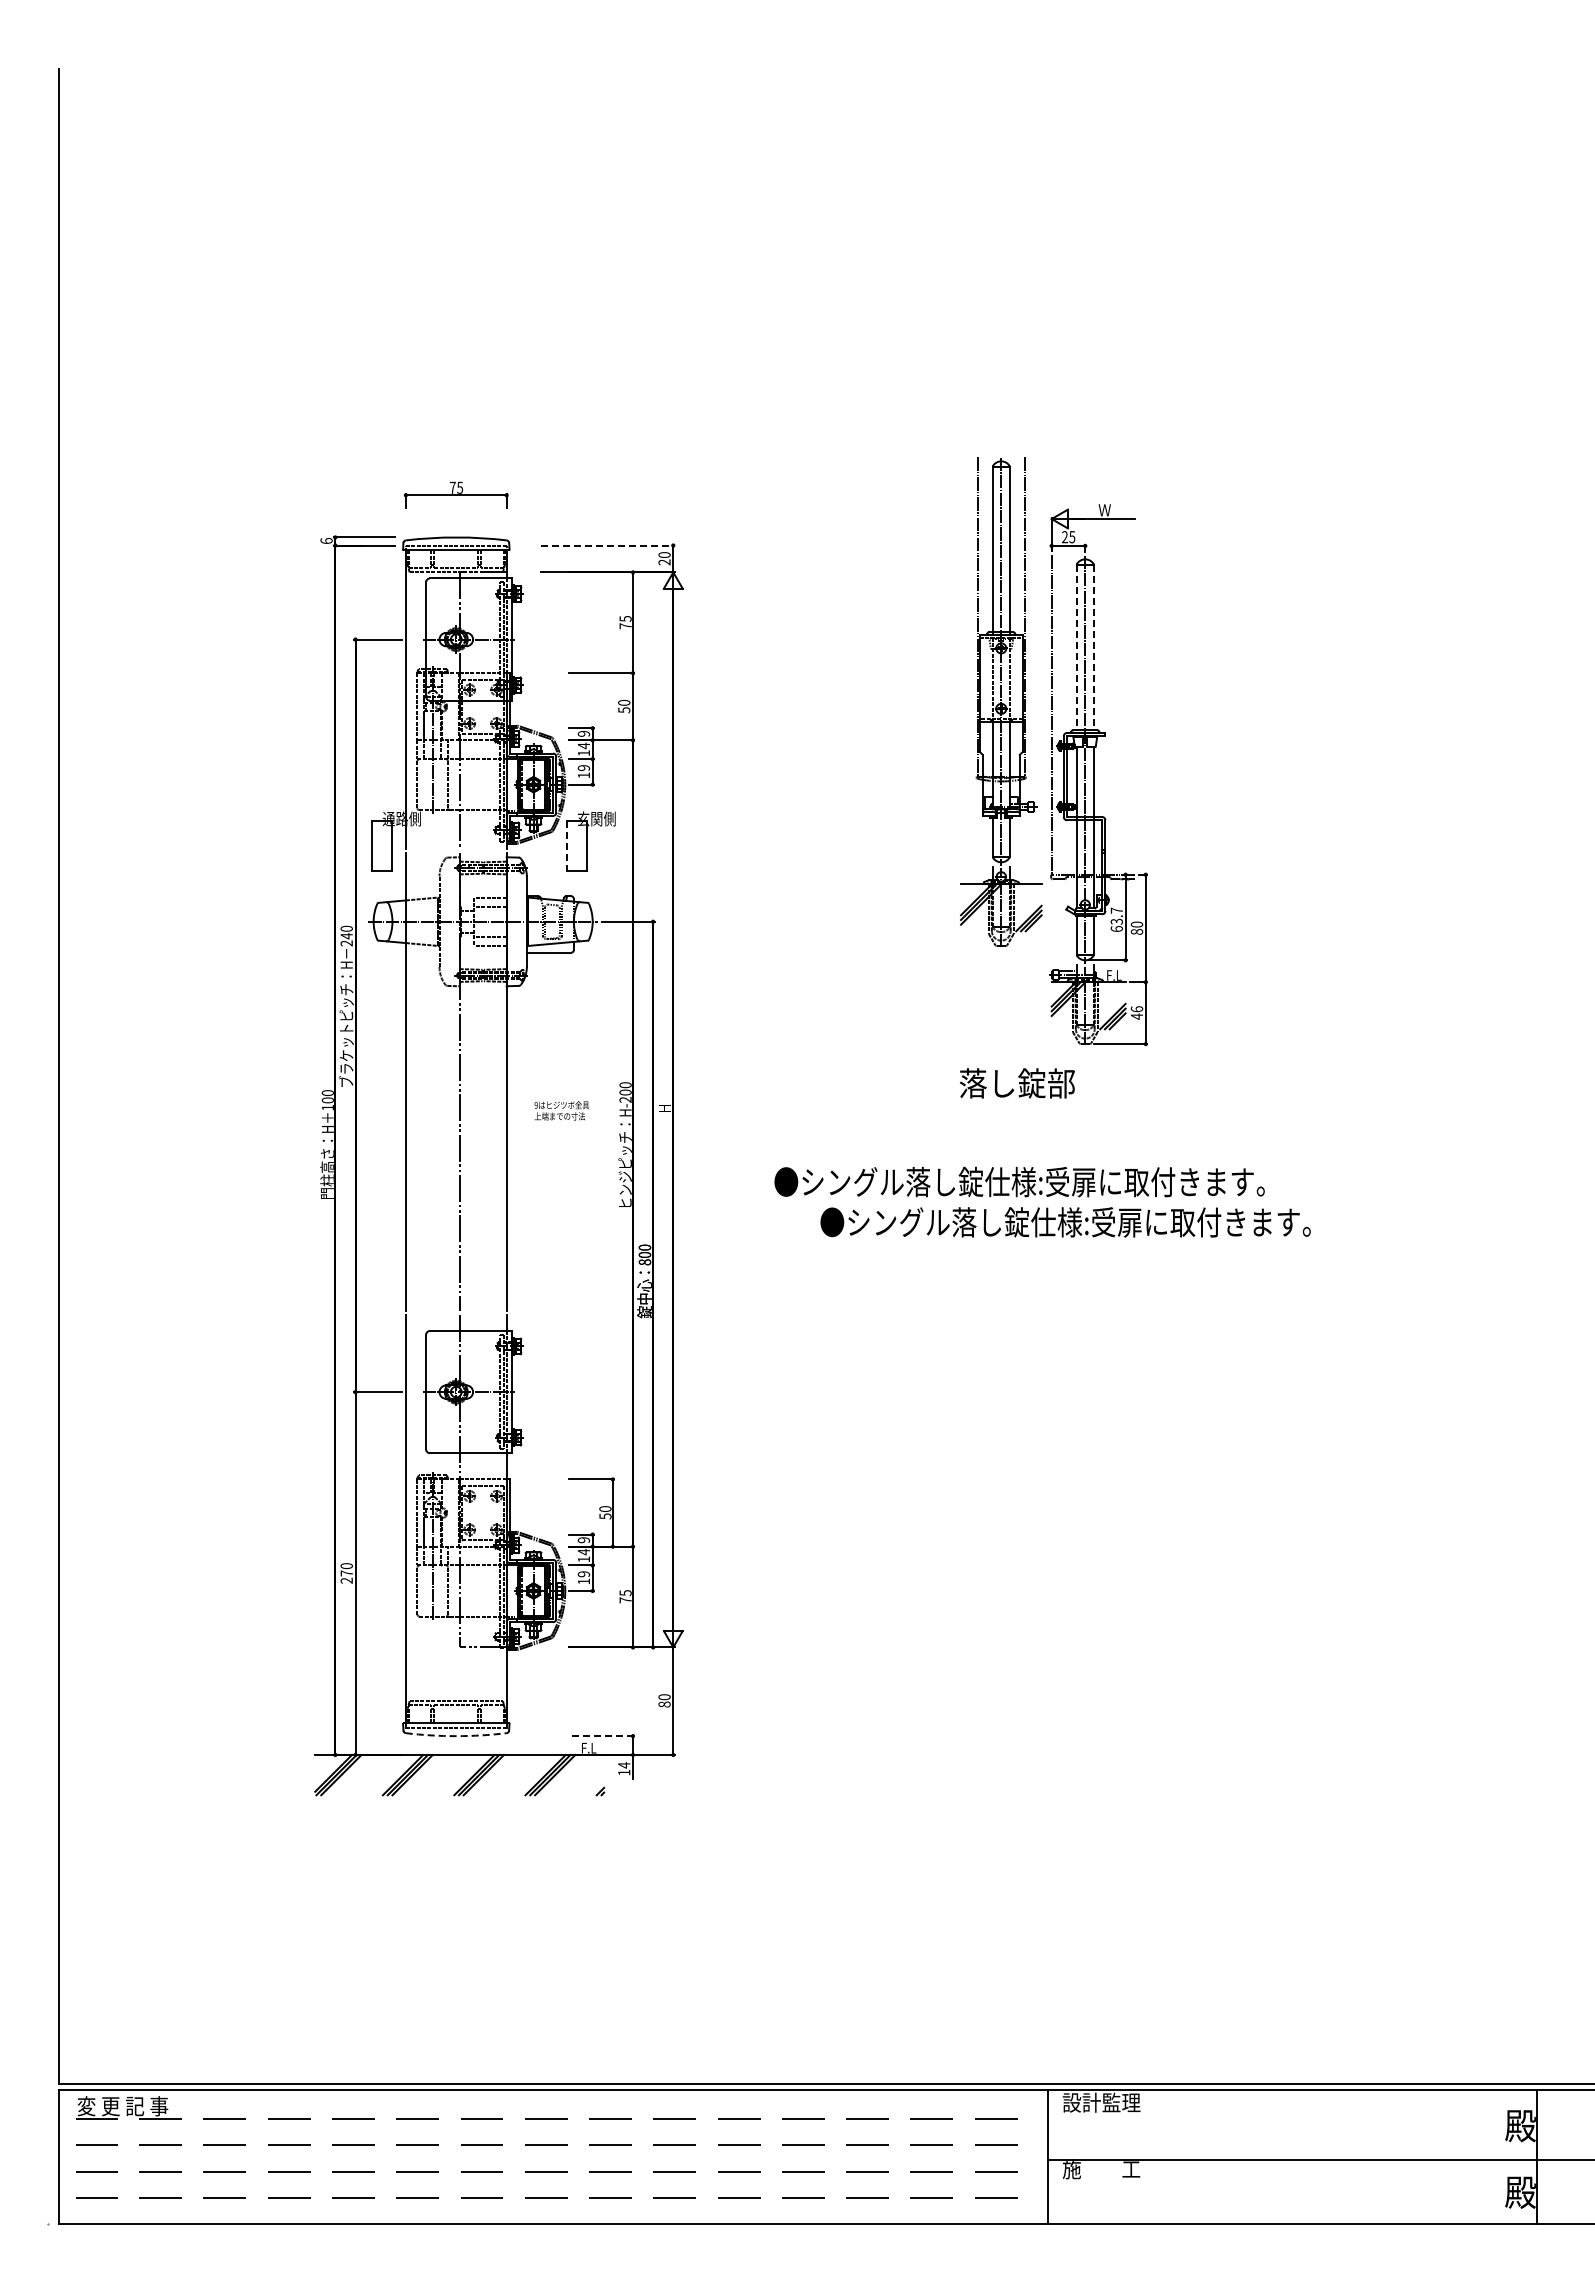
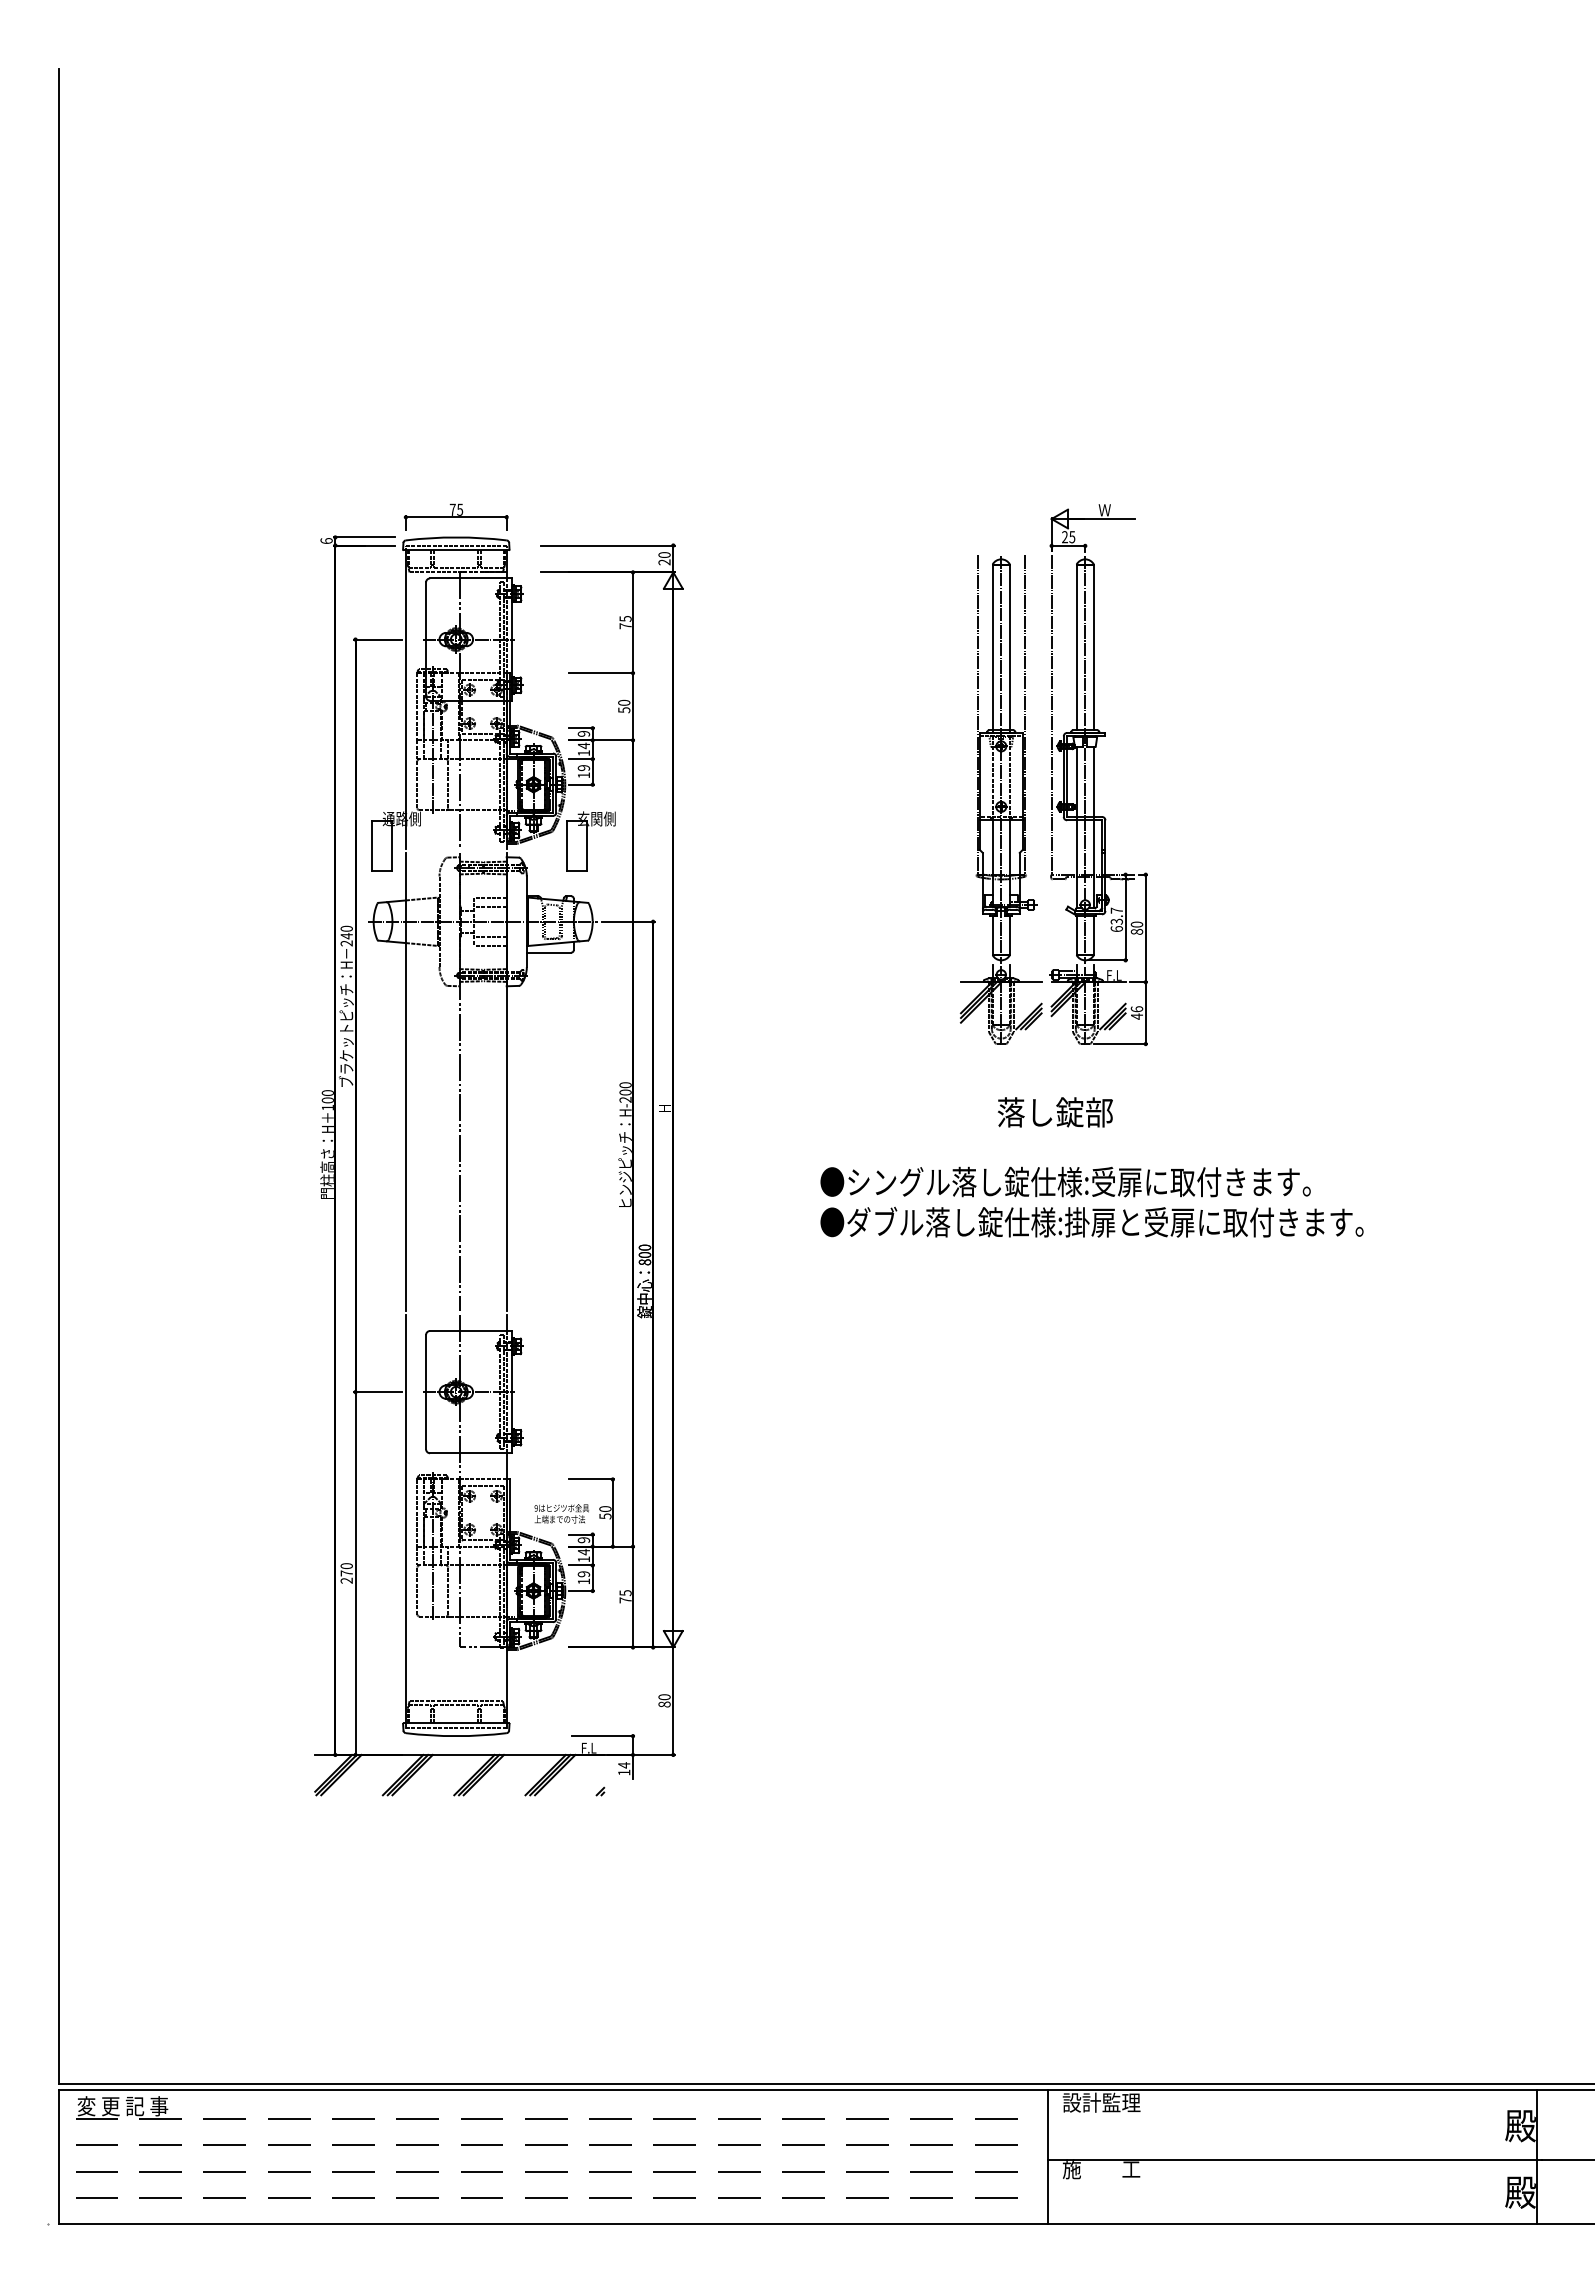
part at (455, 494) position: (455, 494) -> (455, 516)
line at (608, 545): dashed -> solid
line at (1076, 647): dashed -> solid
line at (1094, 647): dashed -> solid
part at (1000, 701) position: (1000, 701) -> (1000, 799)
line at (567, 845): dashed -> solid
text at (1017, 1083) position: (1017, 1083) -> (1055, 1112)
text at (561, 1110) position: (561, 1110) -> (561, 1513)
text at (1019, 1181) position: (1019, 1181) -> (1065, 1181)
text at (1105, 1221): ●シングル落し錠仕様:受扉に取付きます。 -> ●ダブル落し錠仕様:掛扉と受扉に取付きます。
arc at (456, 1736): dashed -> solid
line at (603, 1736): dashed -> solid
